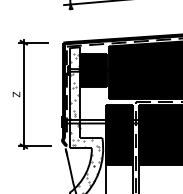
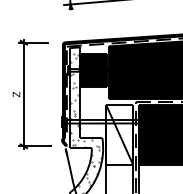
fill at (119, 134): present -> none
